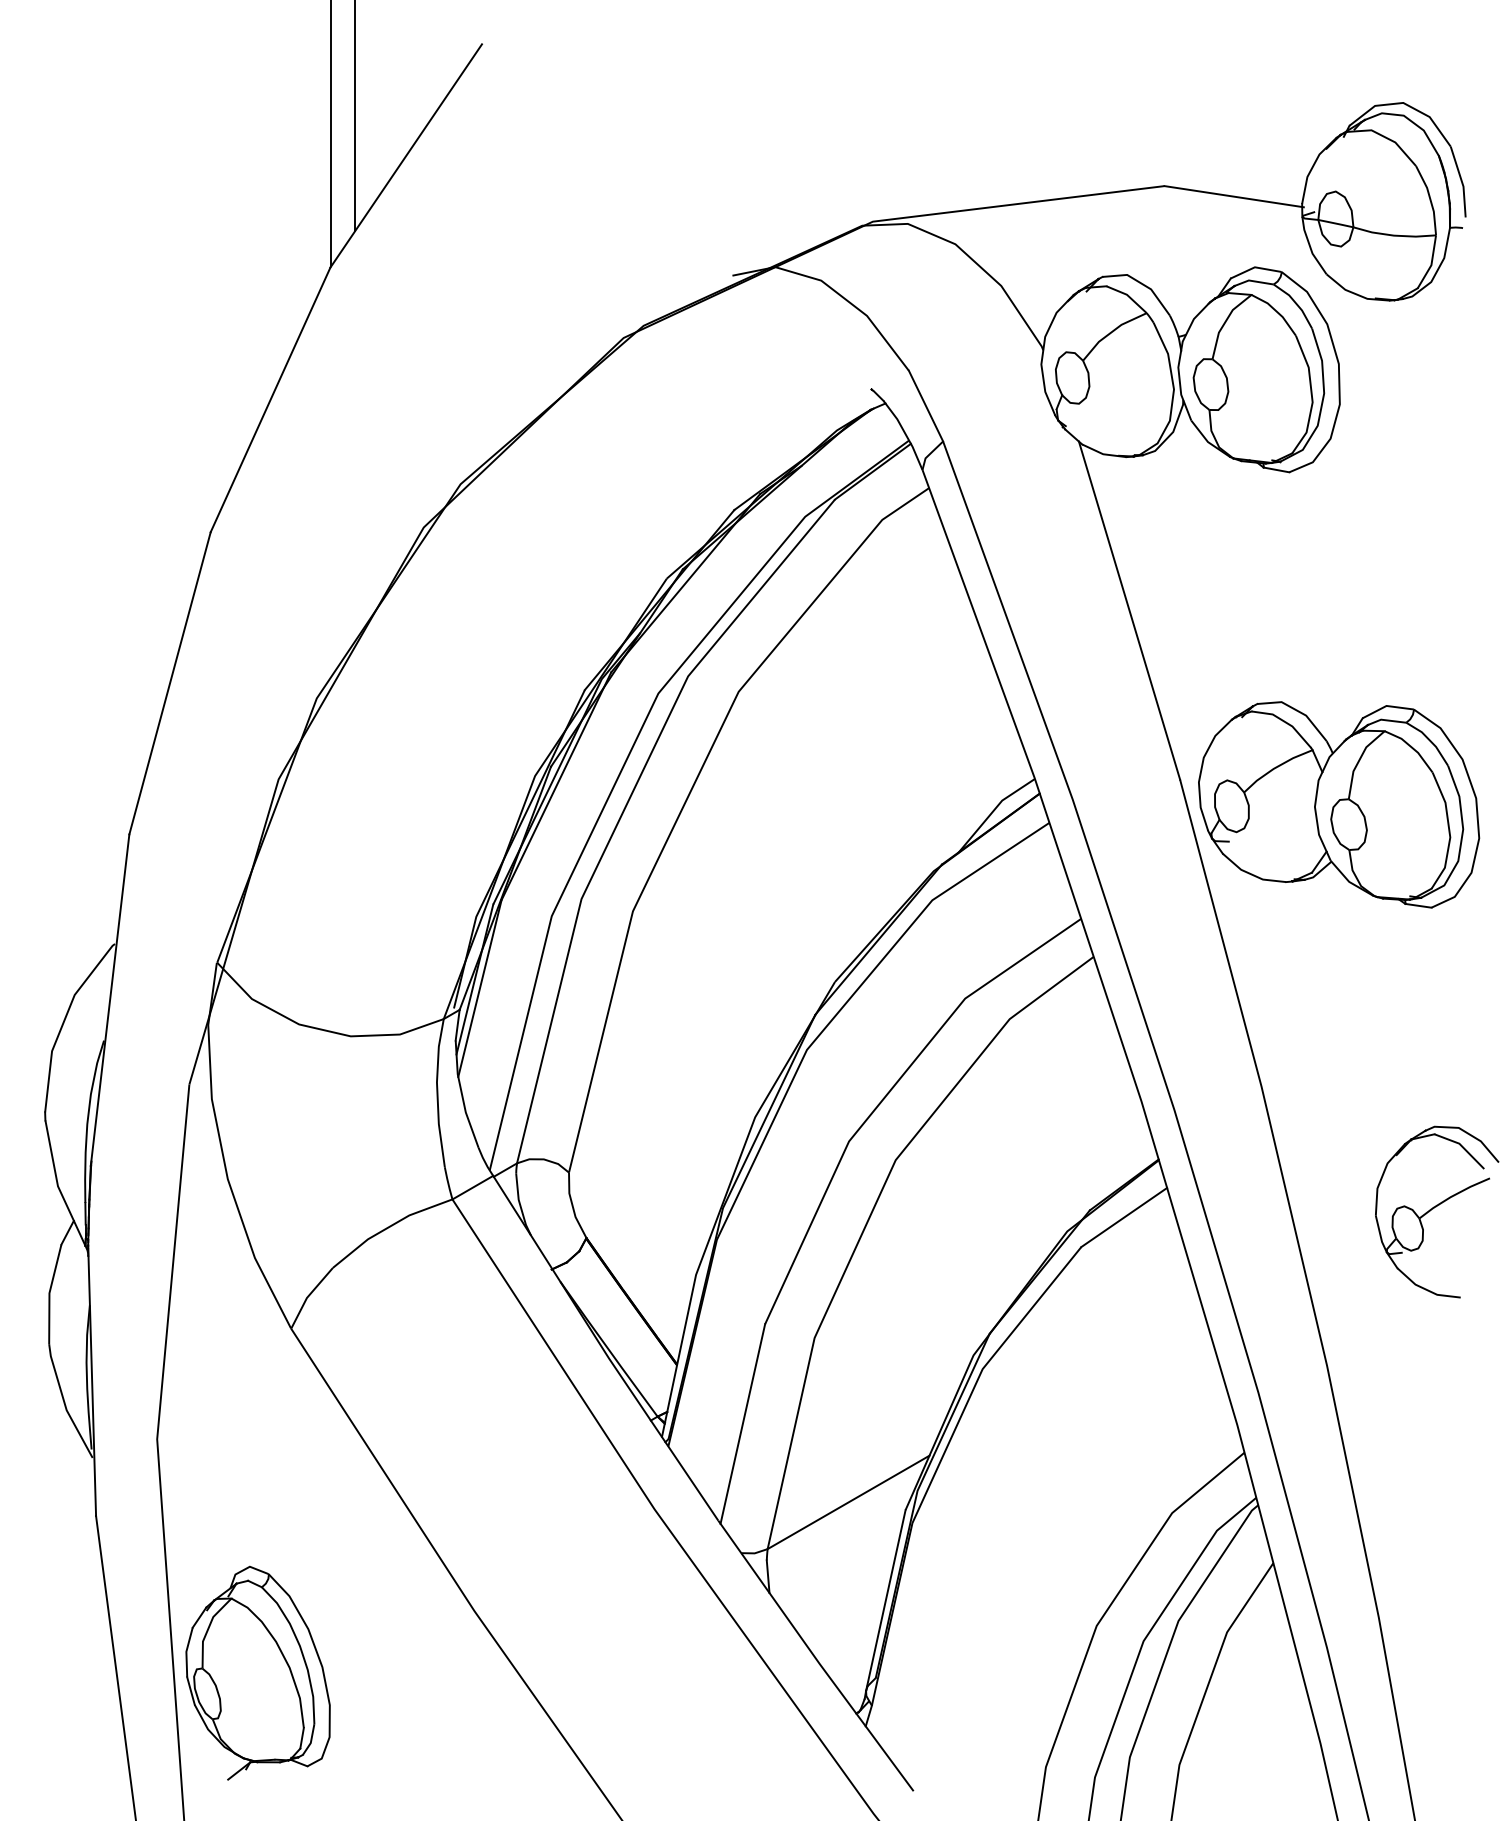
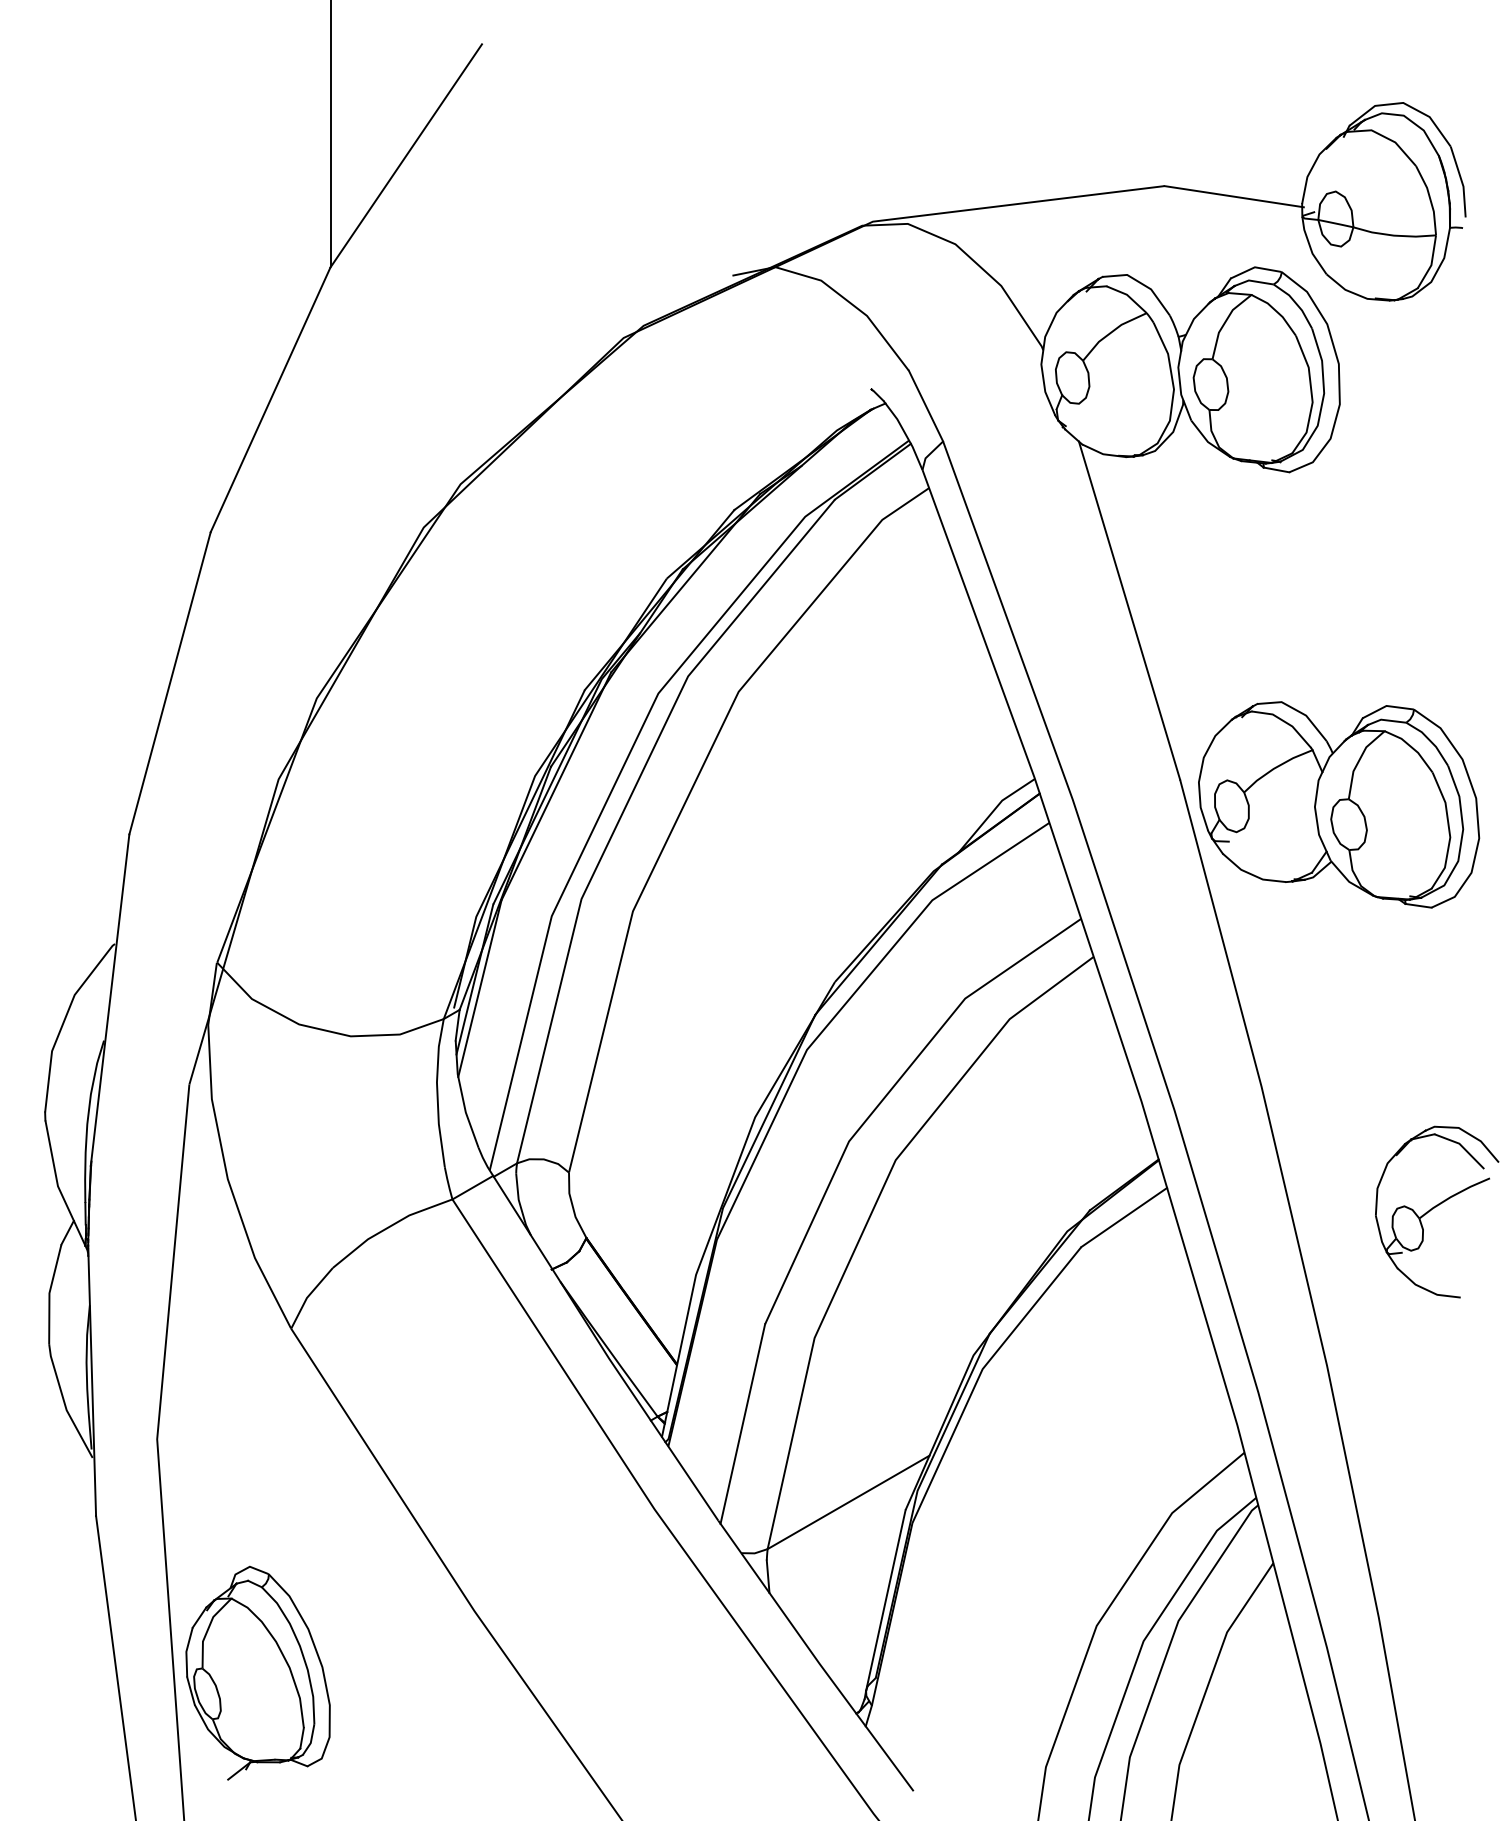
line at (355, 116): present -> none
